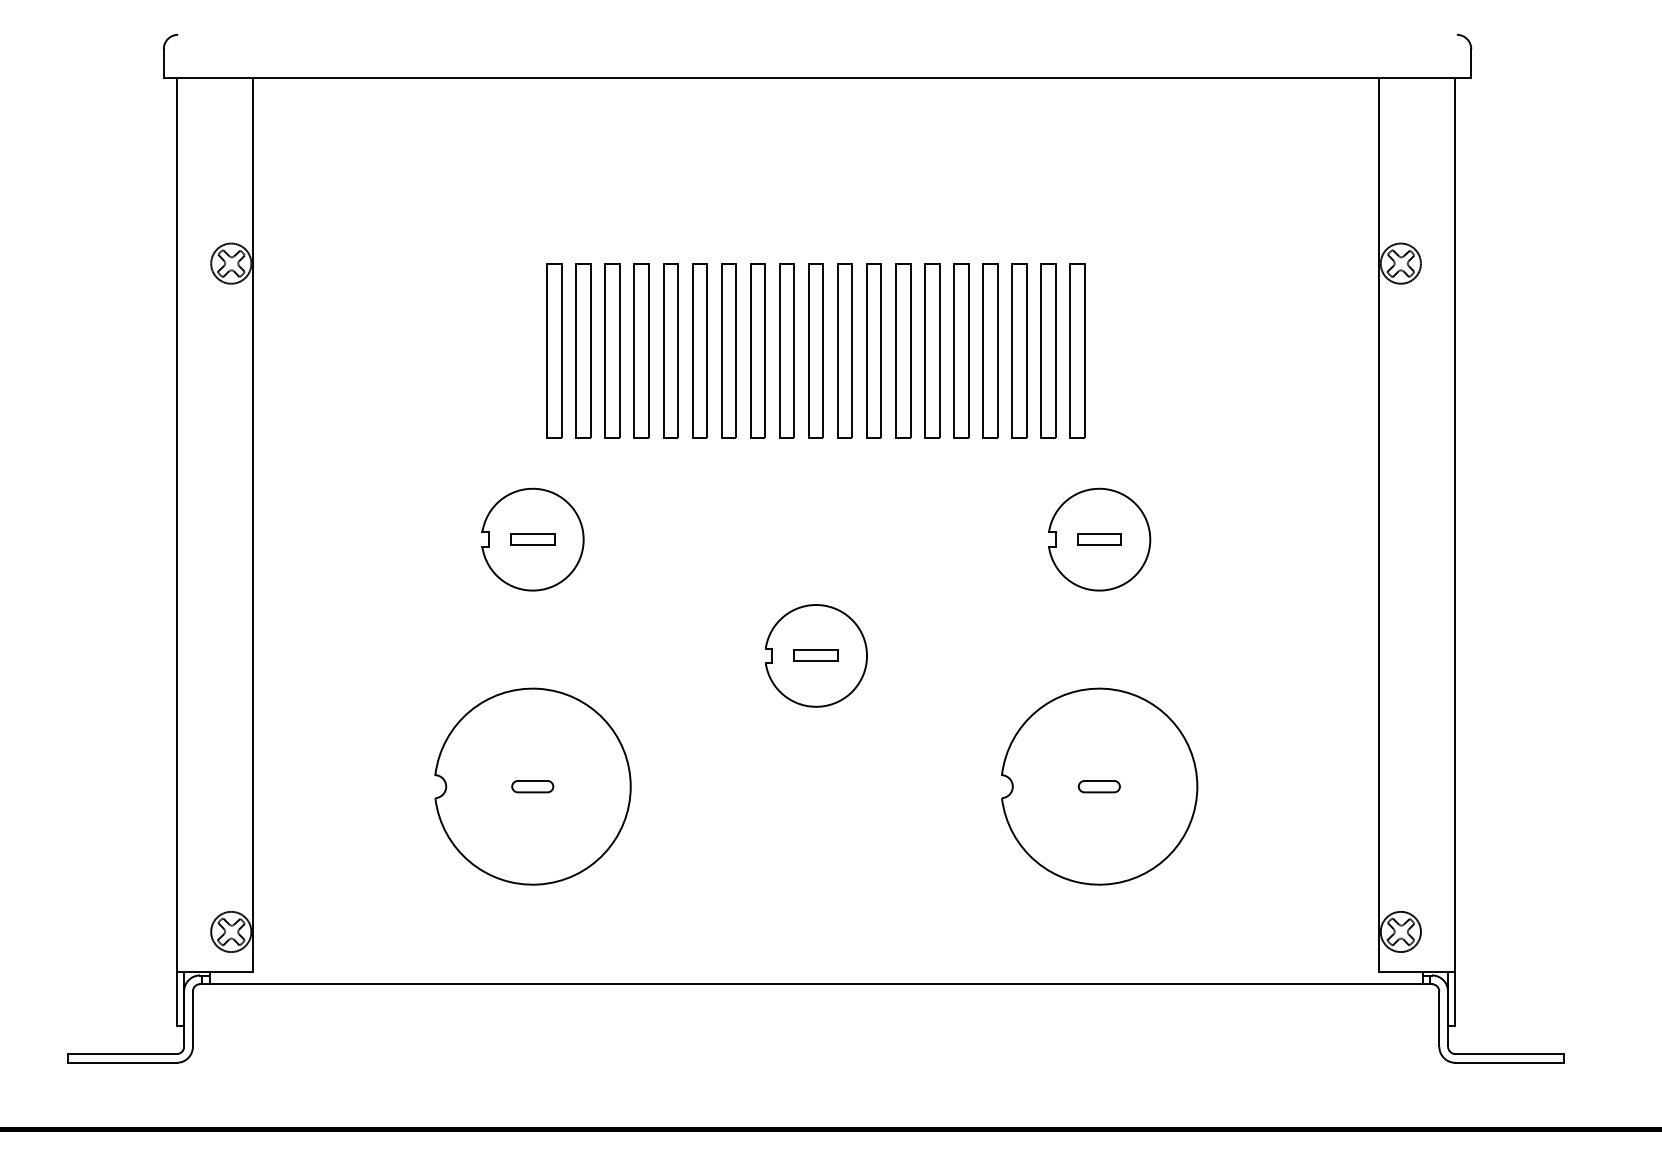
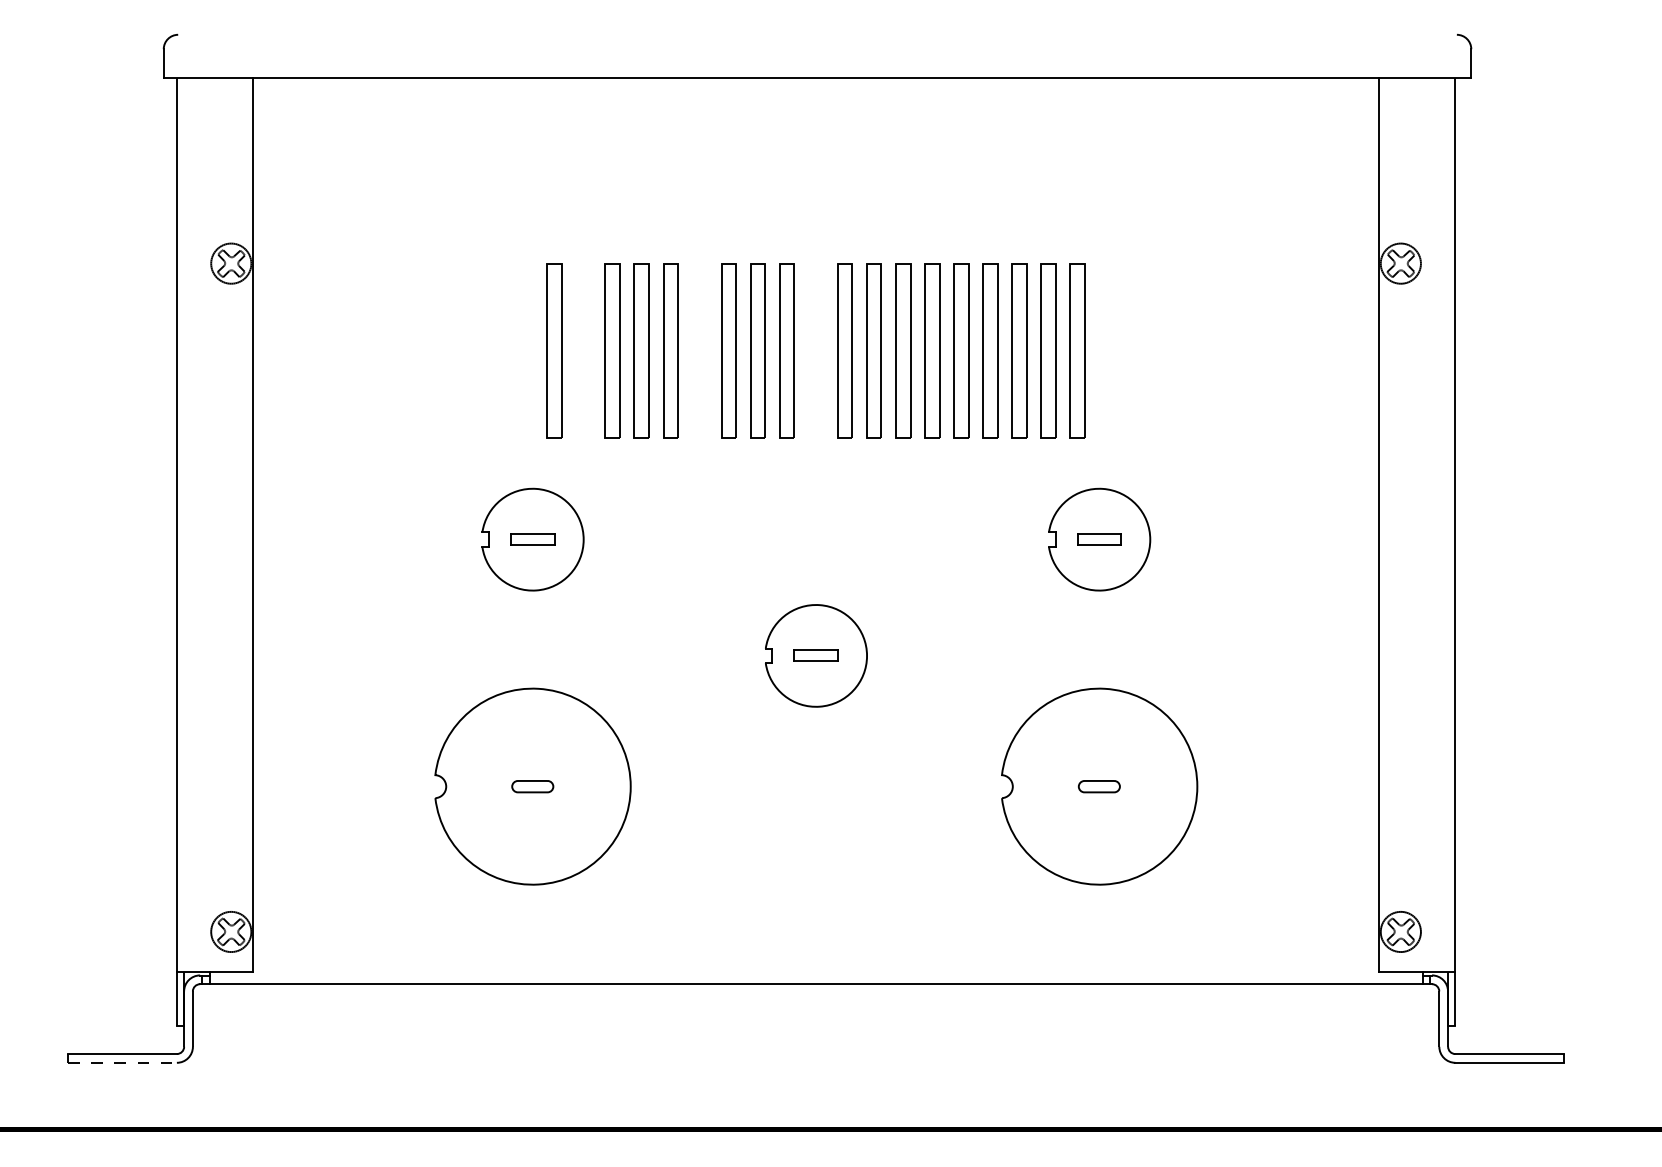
part at (583, 350): present -> none
part at (699, 350): present -> none
part at (815, 350): present -> none
line at (122, 1062): solid -> dashed
